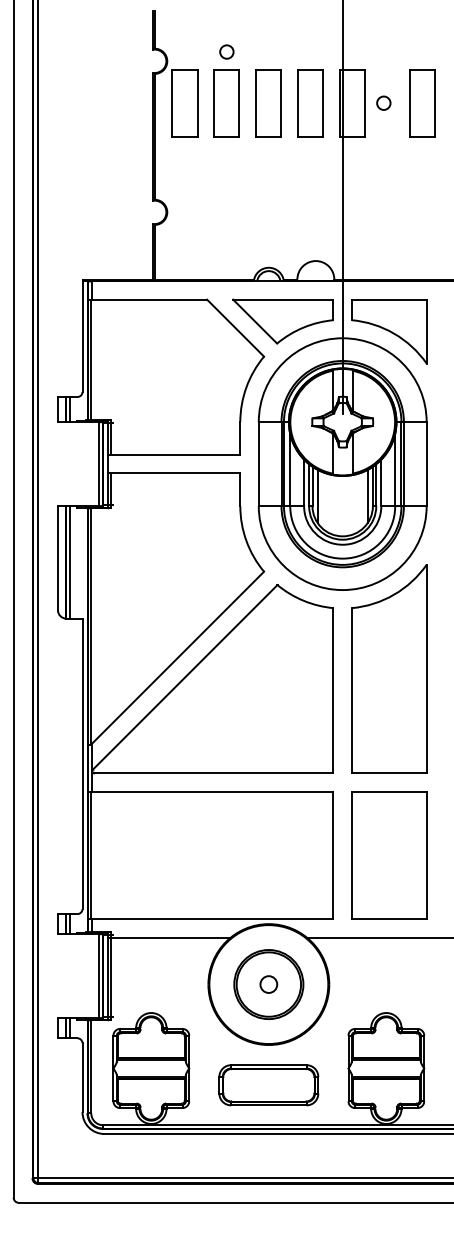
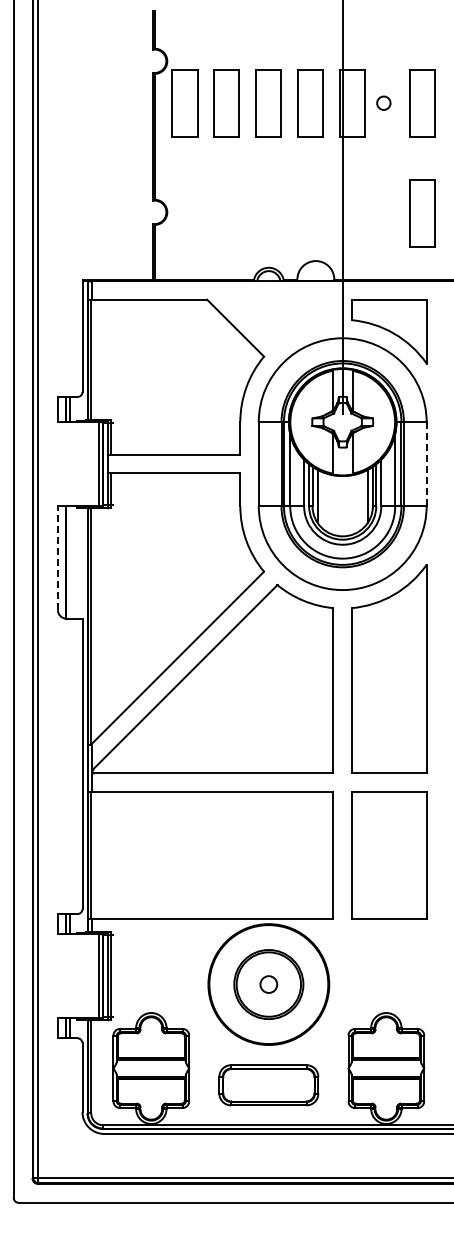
circle at (226, 51): present -> none
part at (422, 213): none -> present
part at (282, 321): present -> none
line at (426, 464): solid -> dashed
line at (57, 557): solid -> dashed
line at (69, 562): present -> none
line at (169, 937): present -> none
line at (378, 937): present -> none
